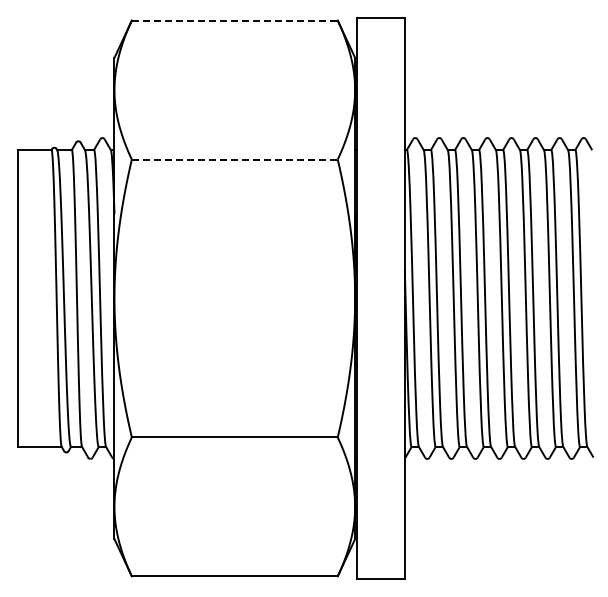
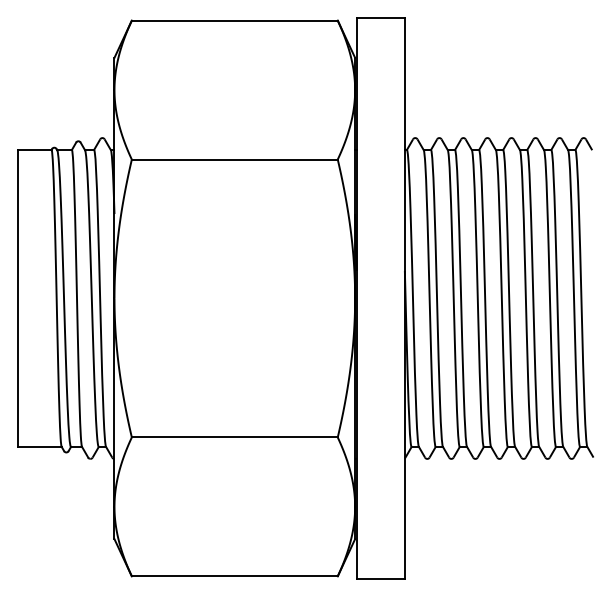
line at (234, 20): dashed -> solid
line at (234, 159): dashed -> solid
